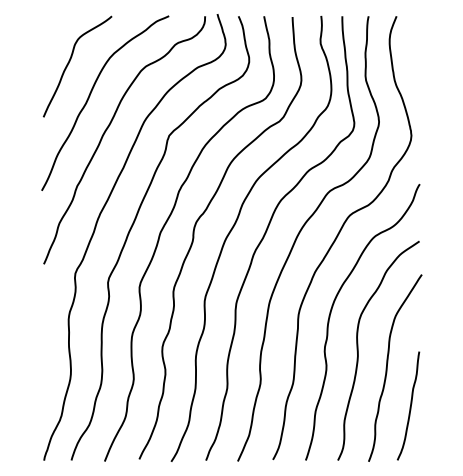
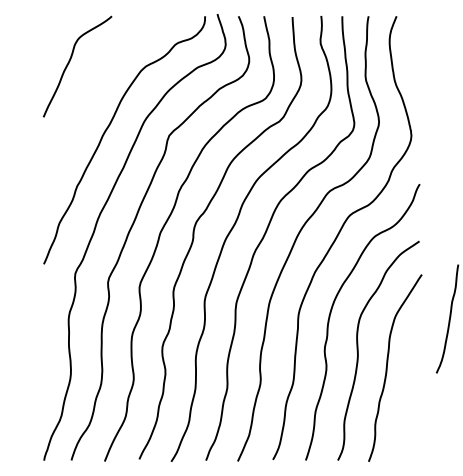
curve at (90, 96): present -> none
curve at (409, 406) position: (409, 406) -> (448, 319)
